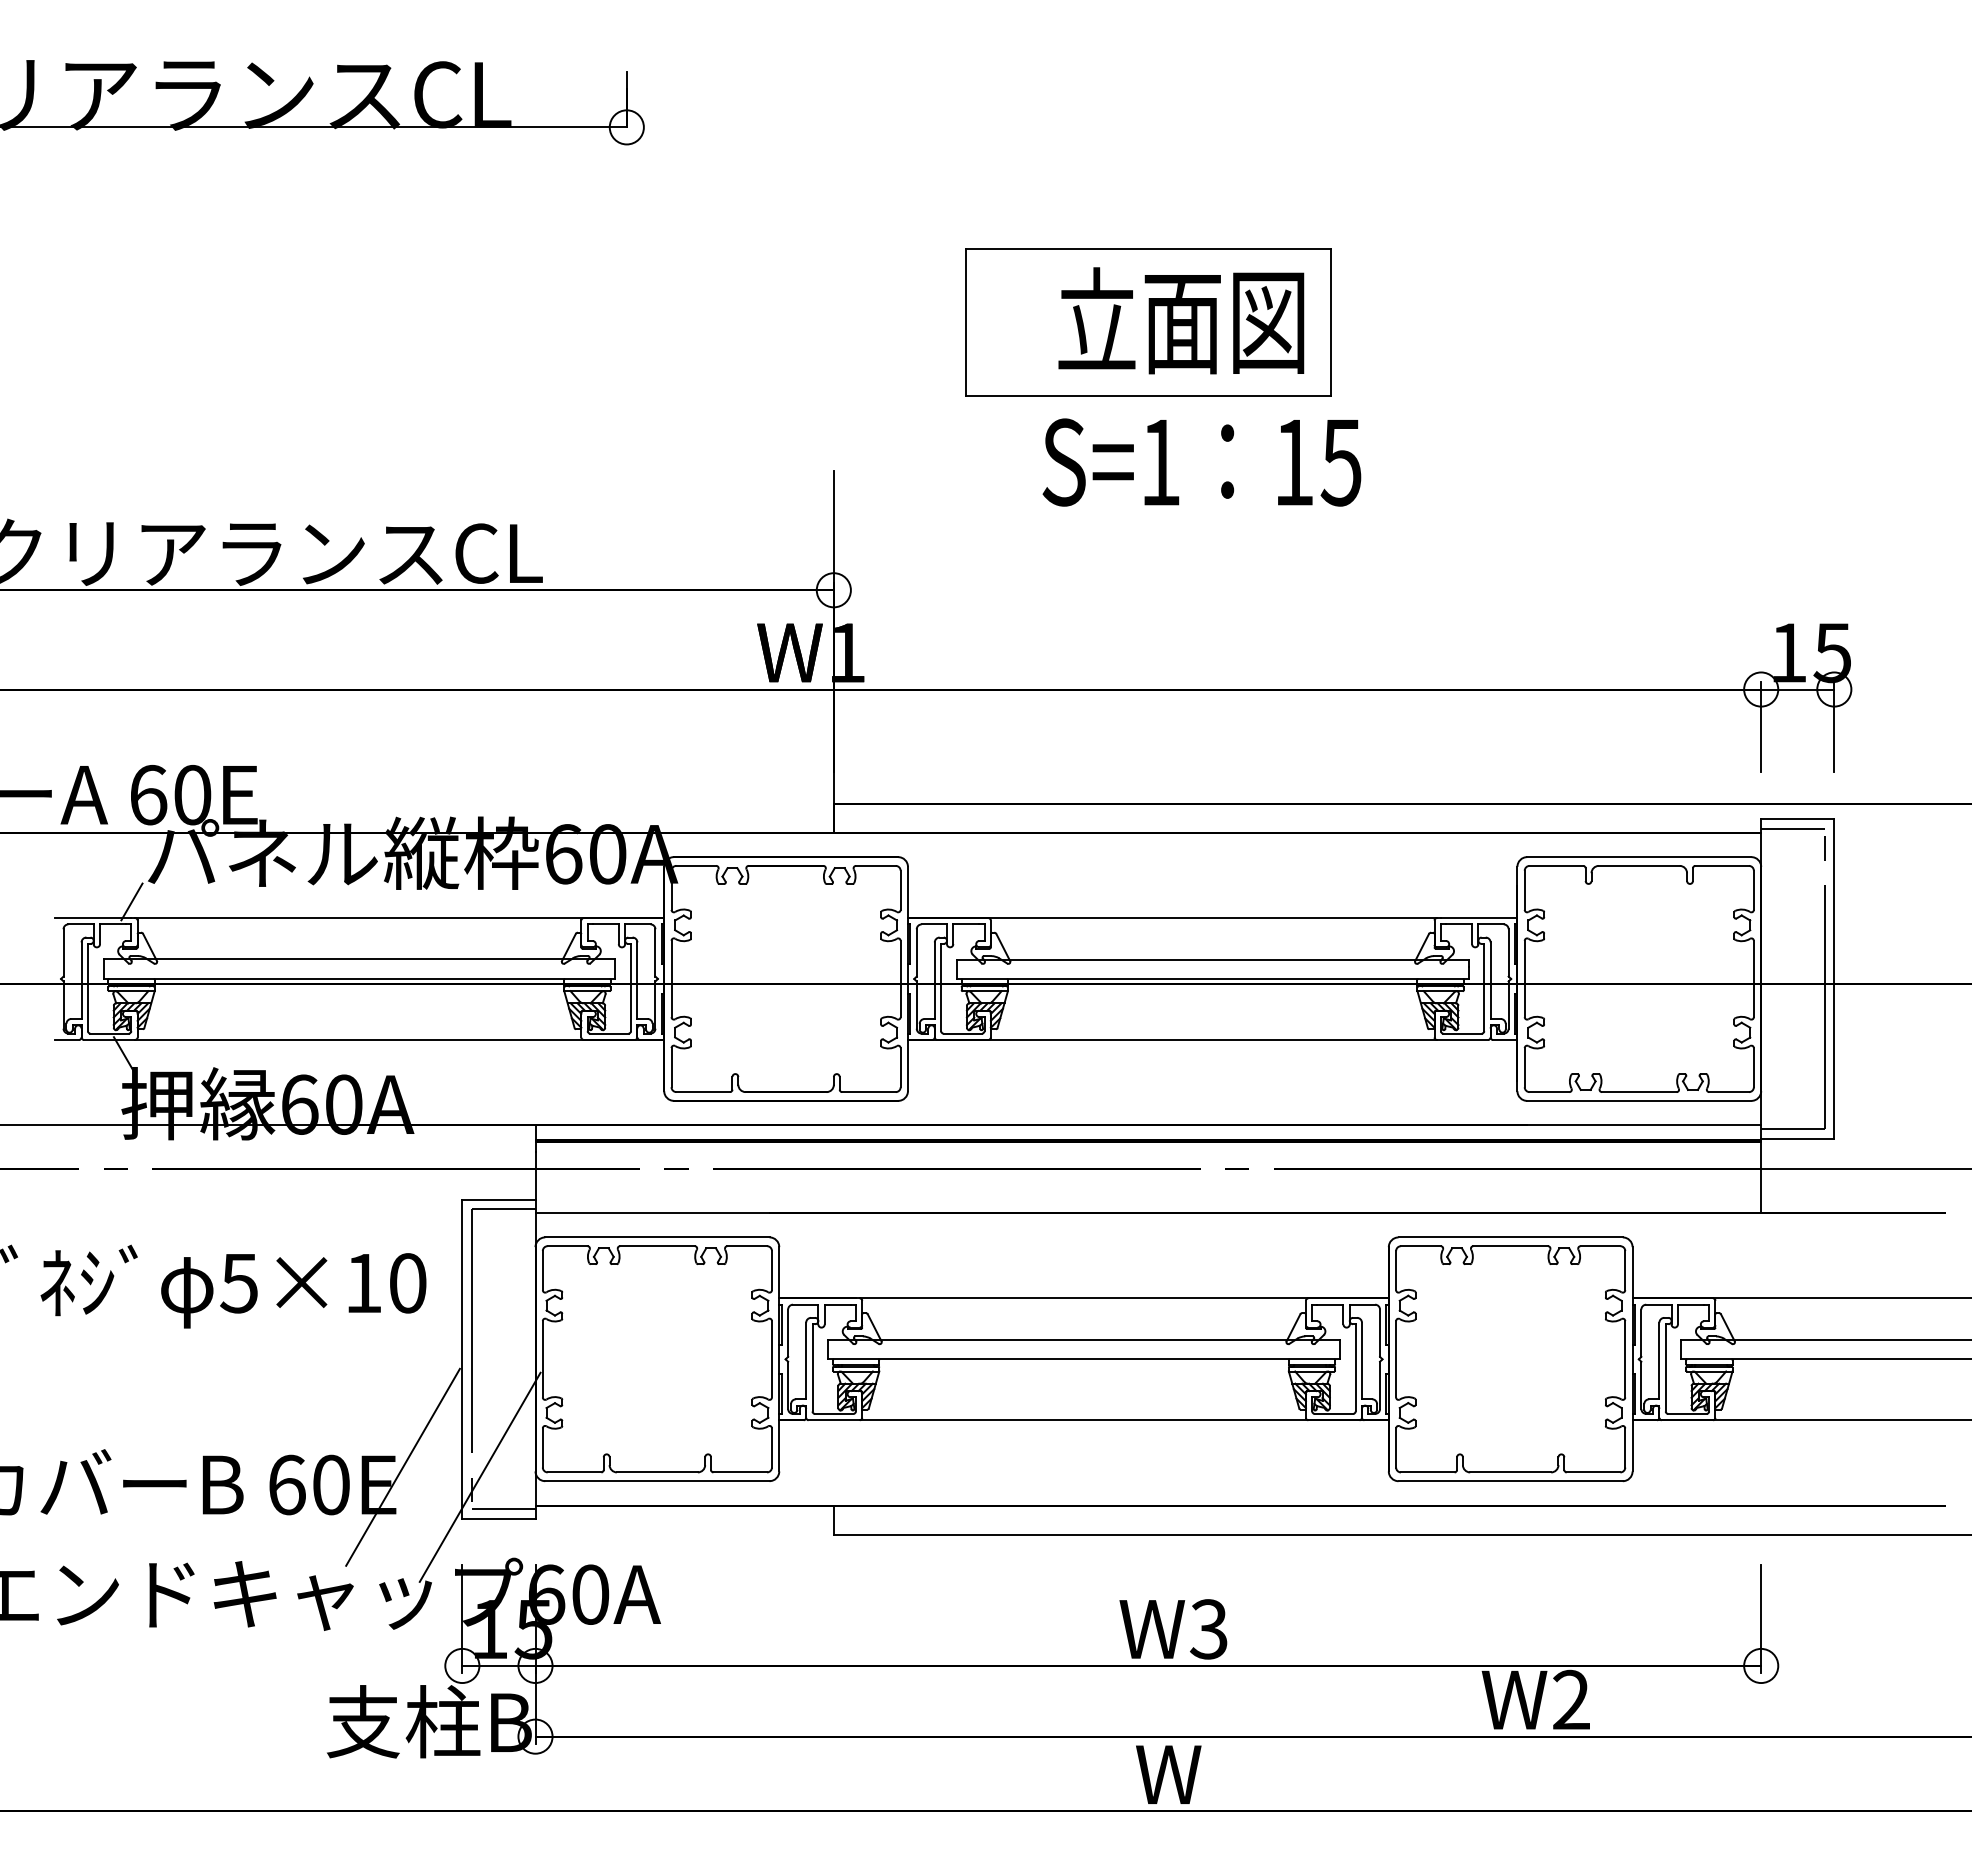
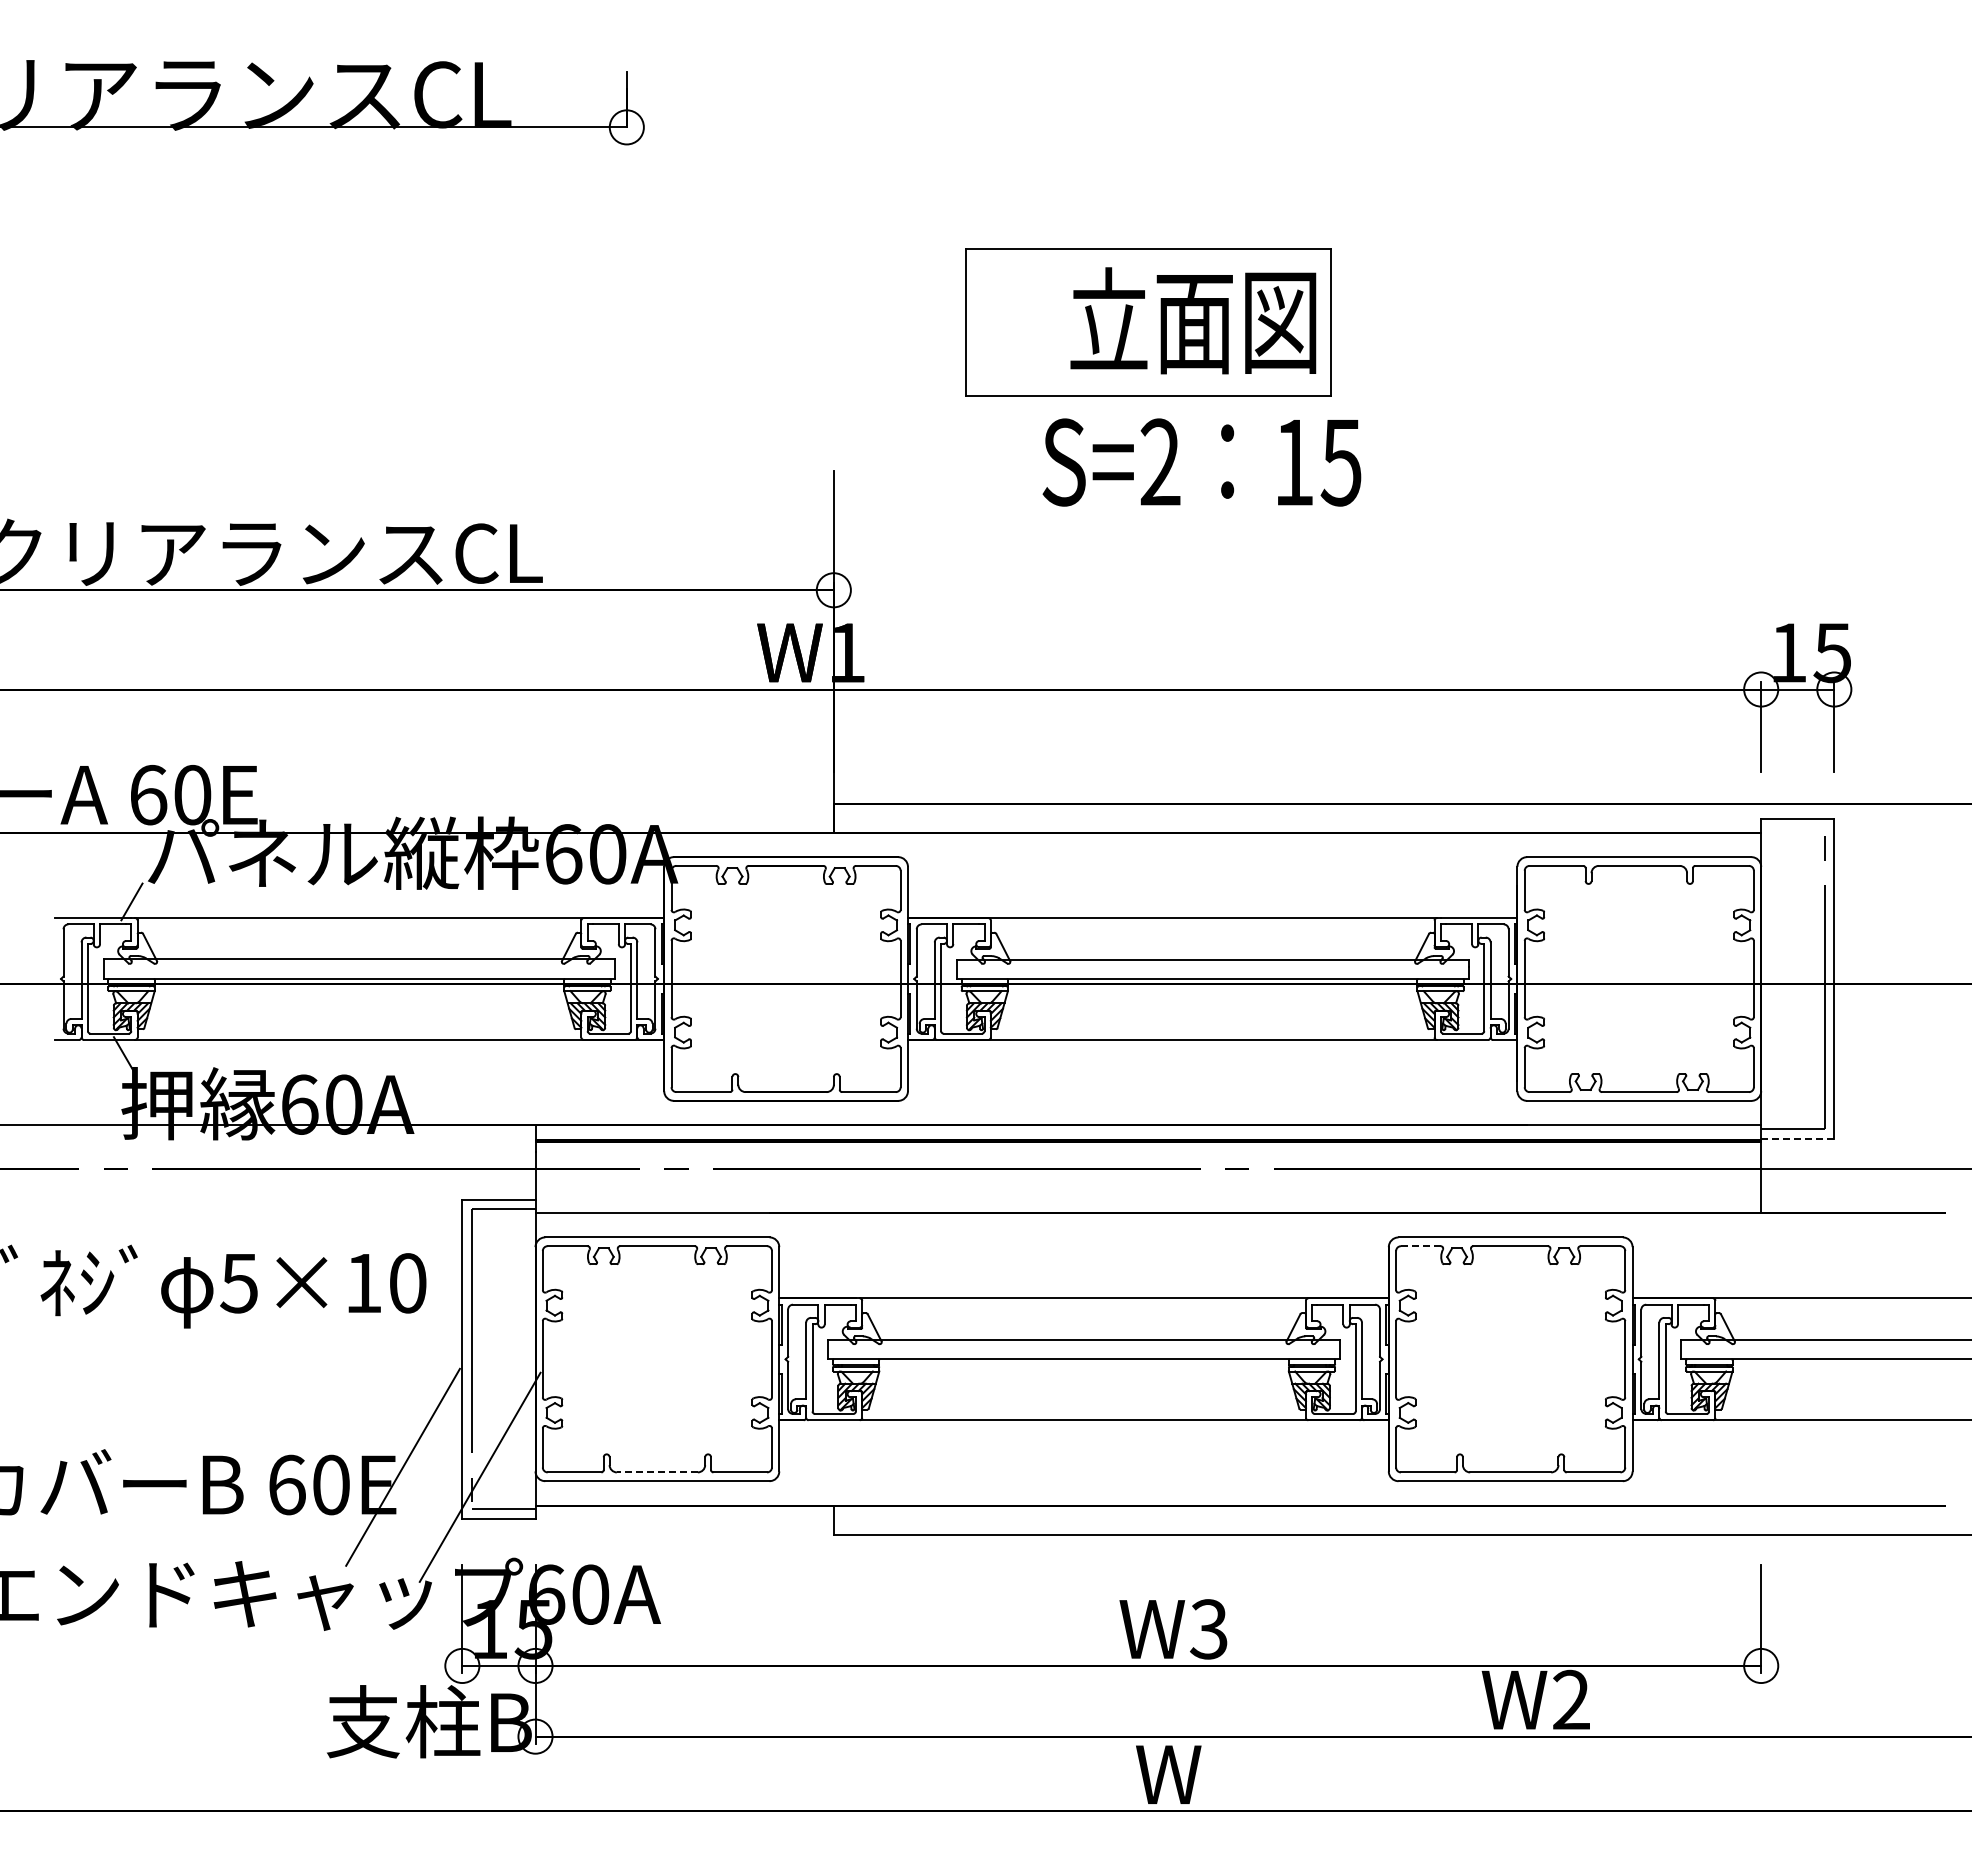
text at (1181, 320) position: (1181, 320) -> (1193, 320)
text at (1160, 461): S=1 -> S=2
line at (1792, 829): present -> none
line at (1797, 1138): solid -> dashed
line at (1420, 1246): solid -> dashed
line at (656, 1472): solid -> dashed
